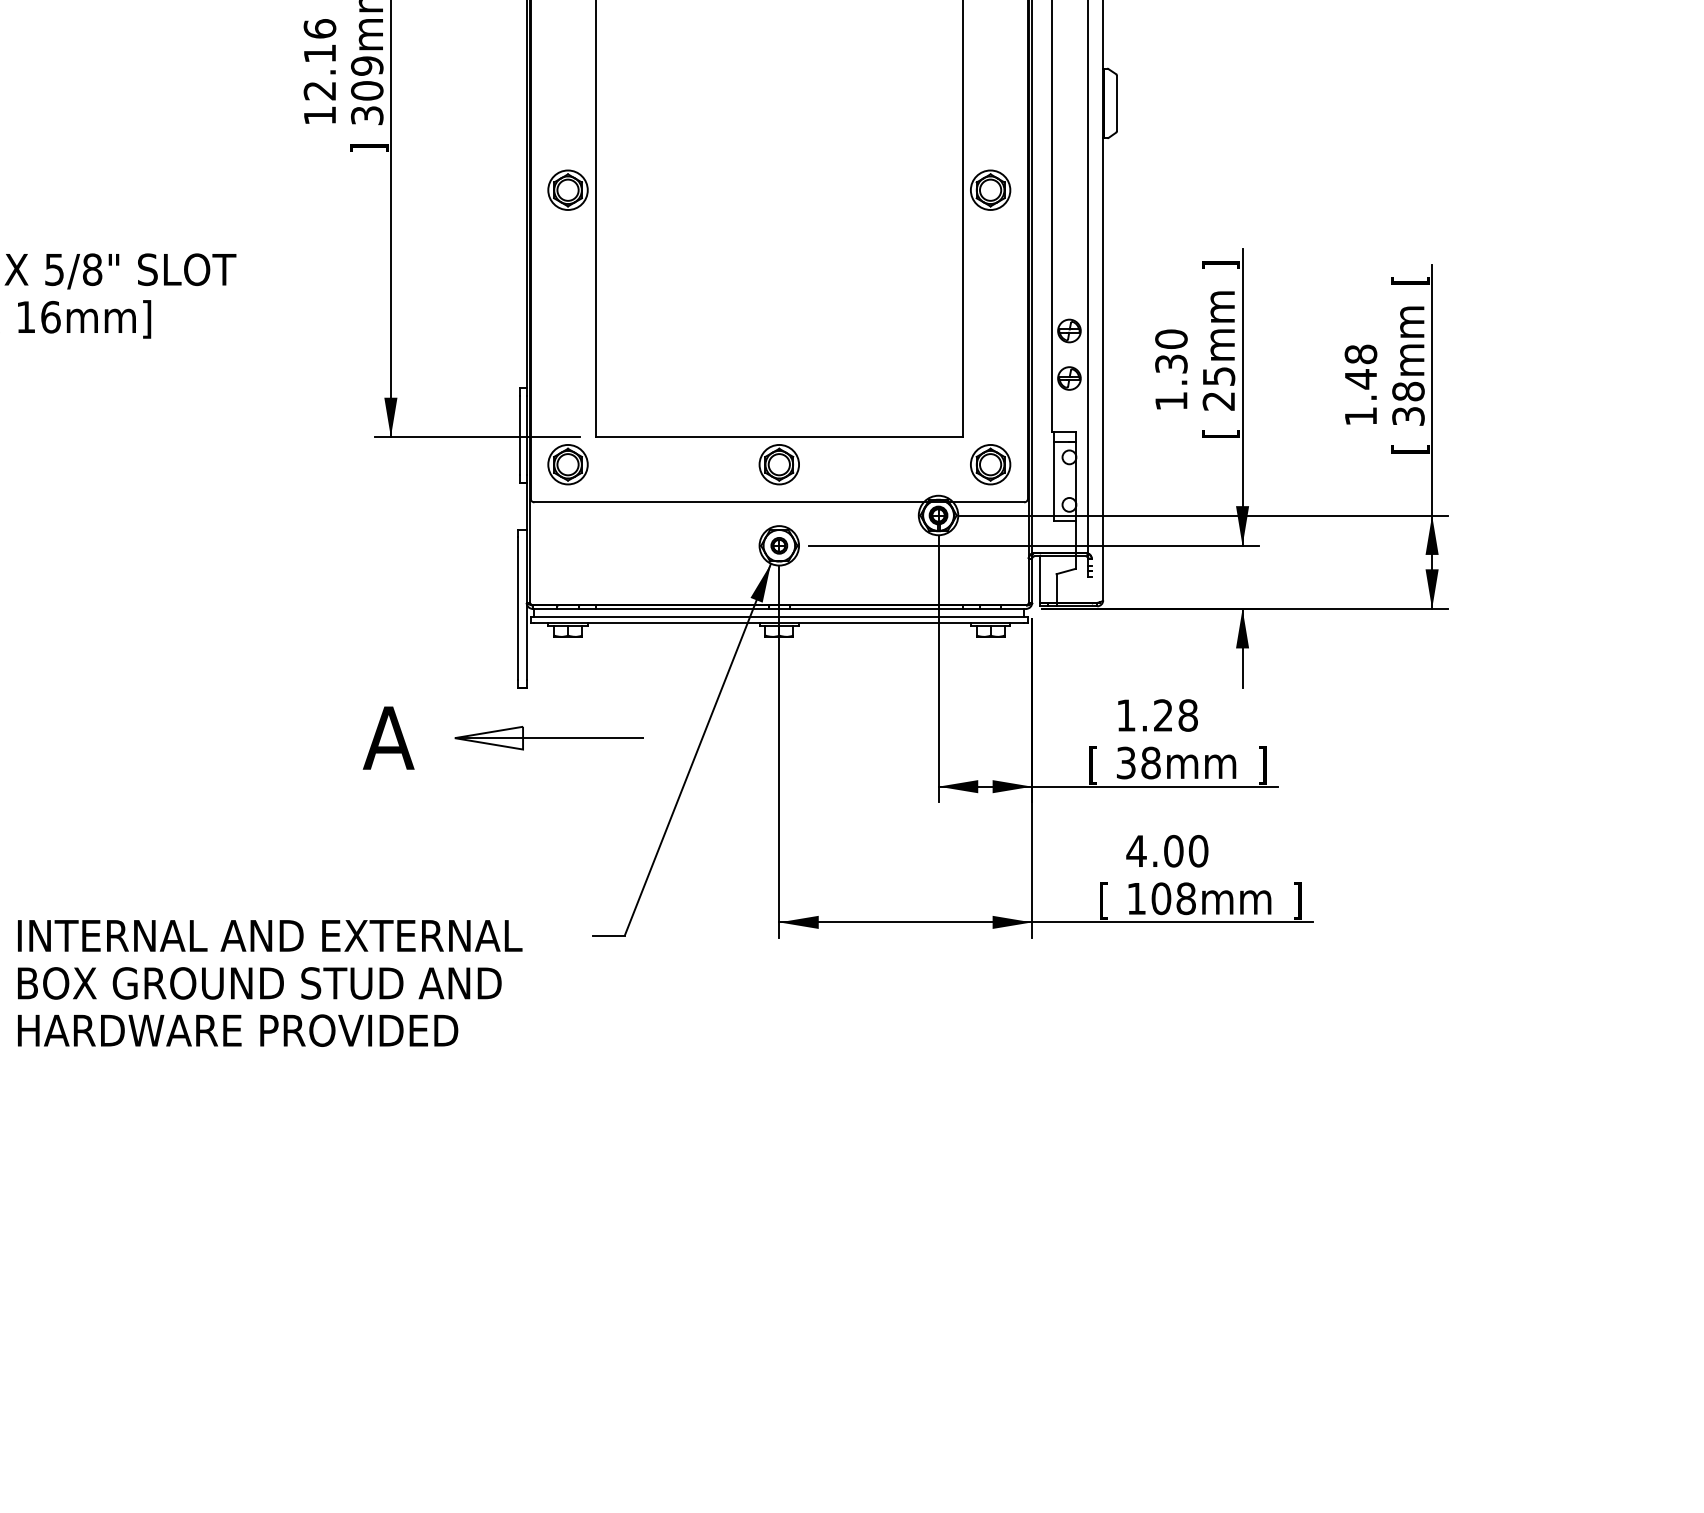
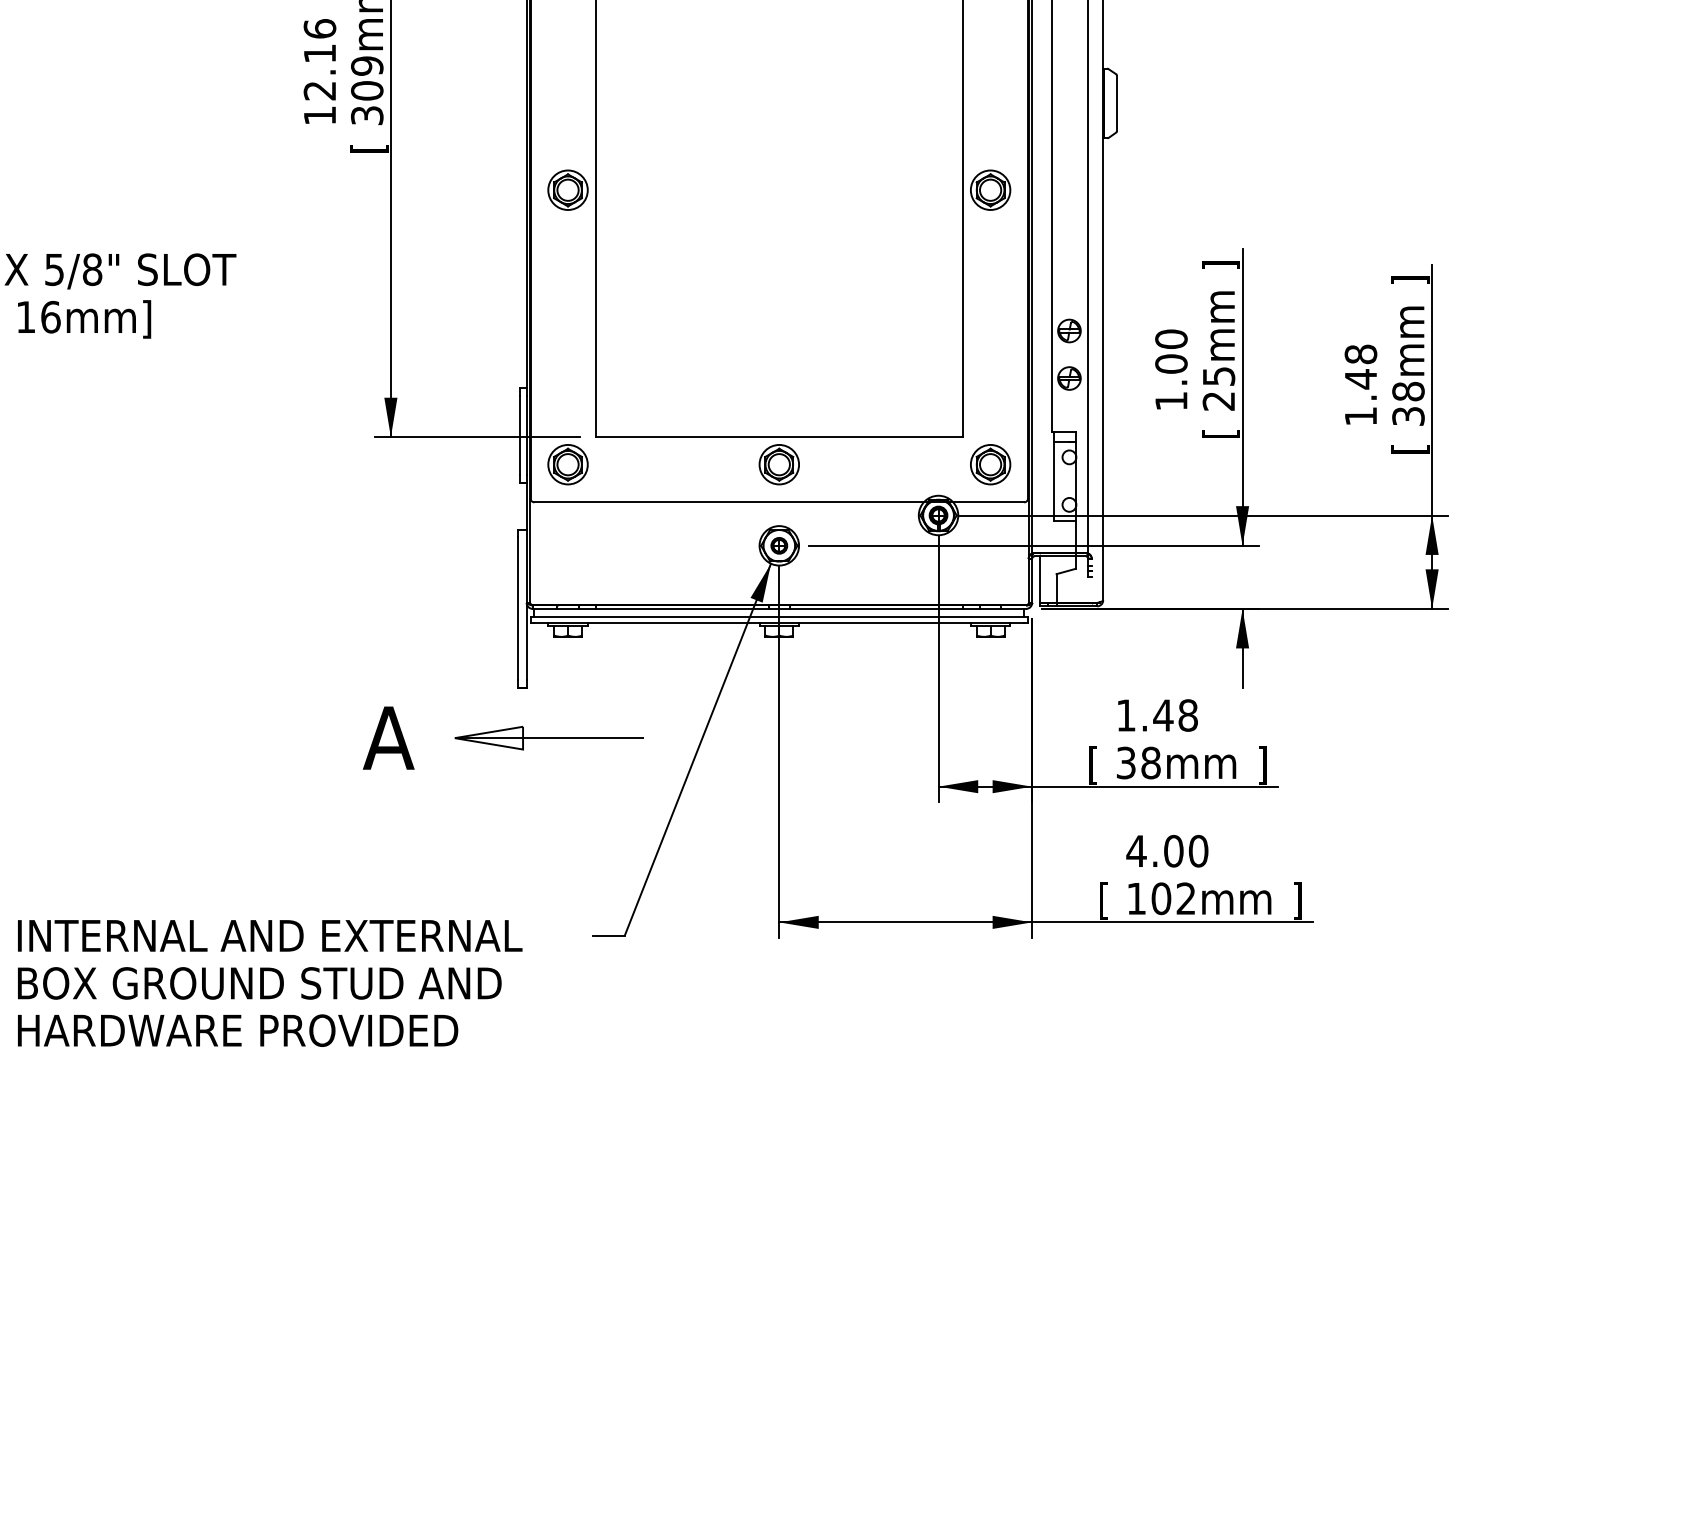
text at (369, 148): ] -> [
text at (1410, 280): [ -> ]
text at (1171, 363): 1.30 -> 1.00
text at (1163, 715): 1.28 -> 1.48
text at (1185, 898): 108mm -> 102mm
